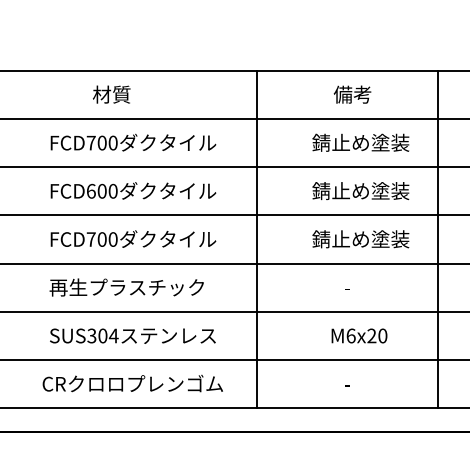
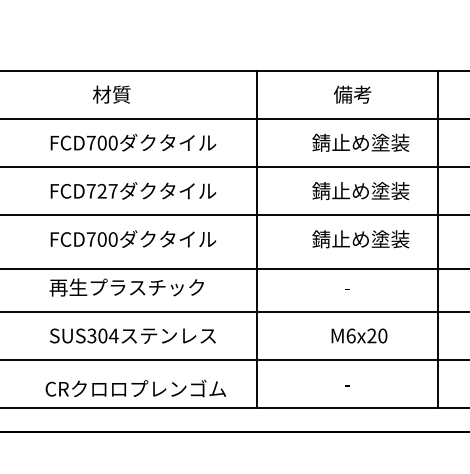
text at (101, 190): FCD600 -> FCD727
line at (234, 263) position: (234, 263) -> (234, 268)
text at (132, 383) position: (132, 383) -> (135, 388)
